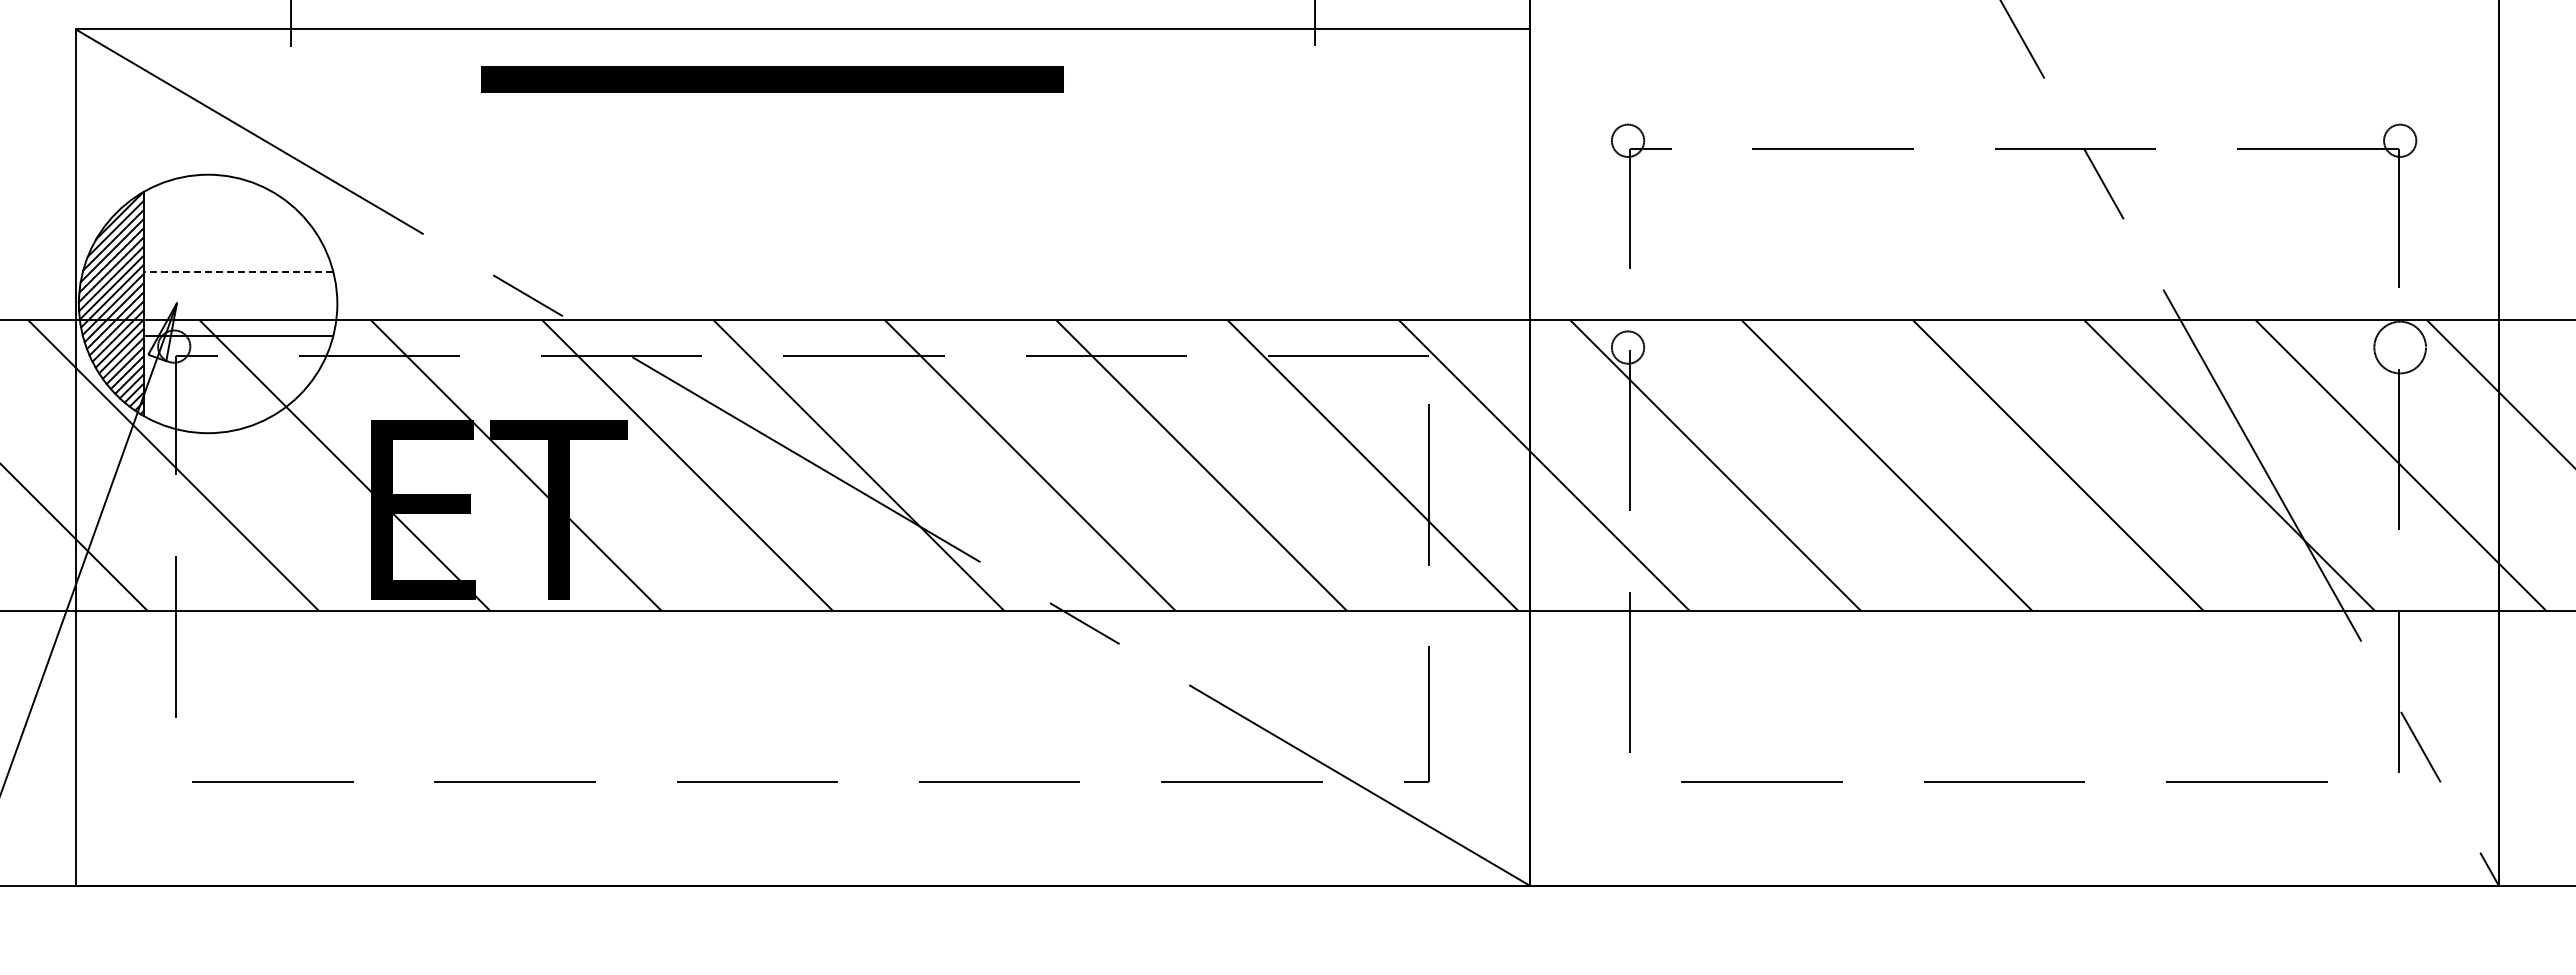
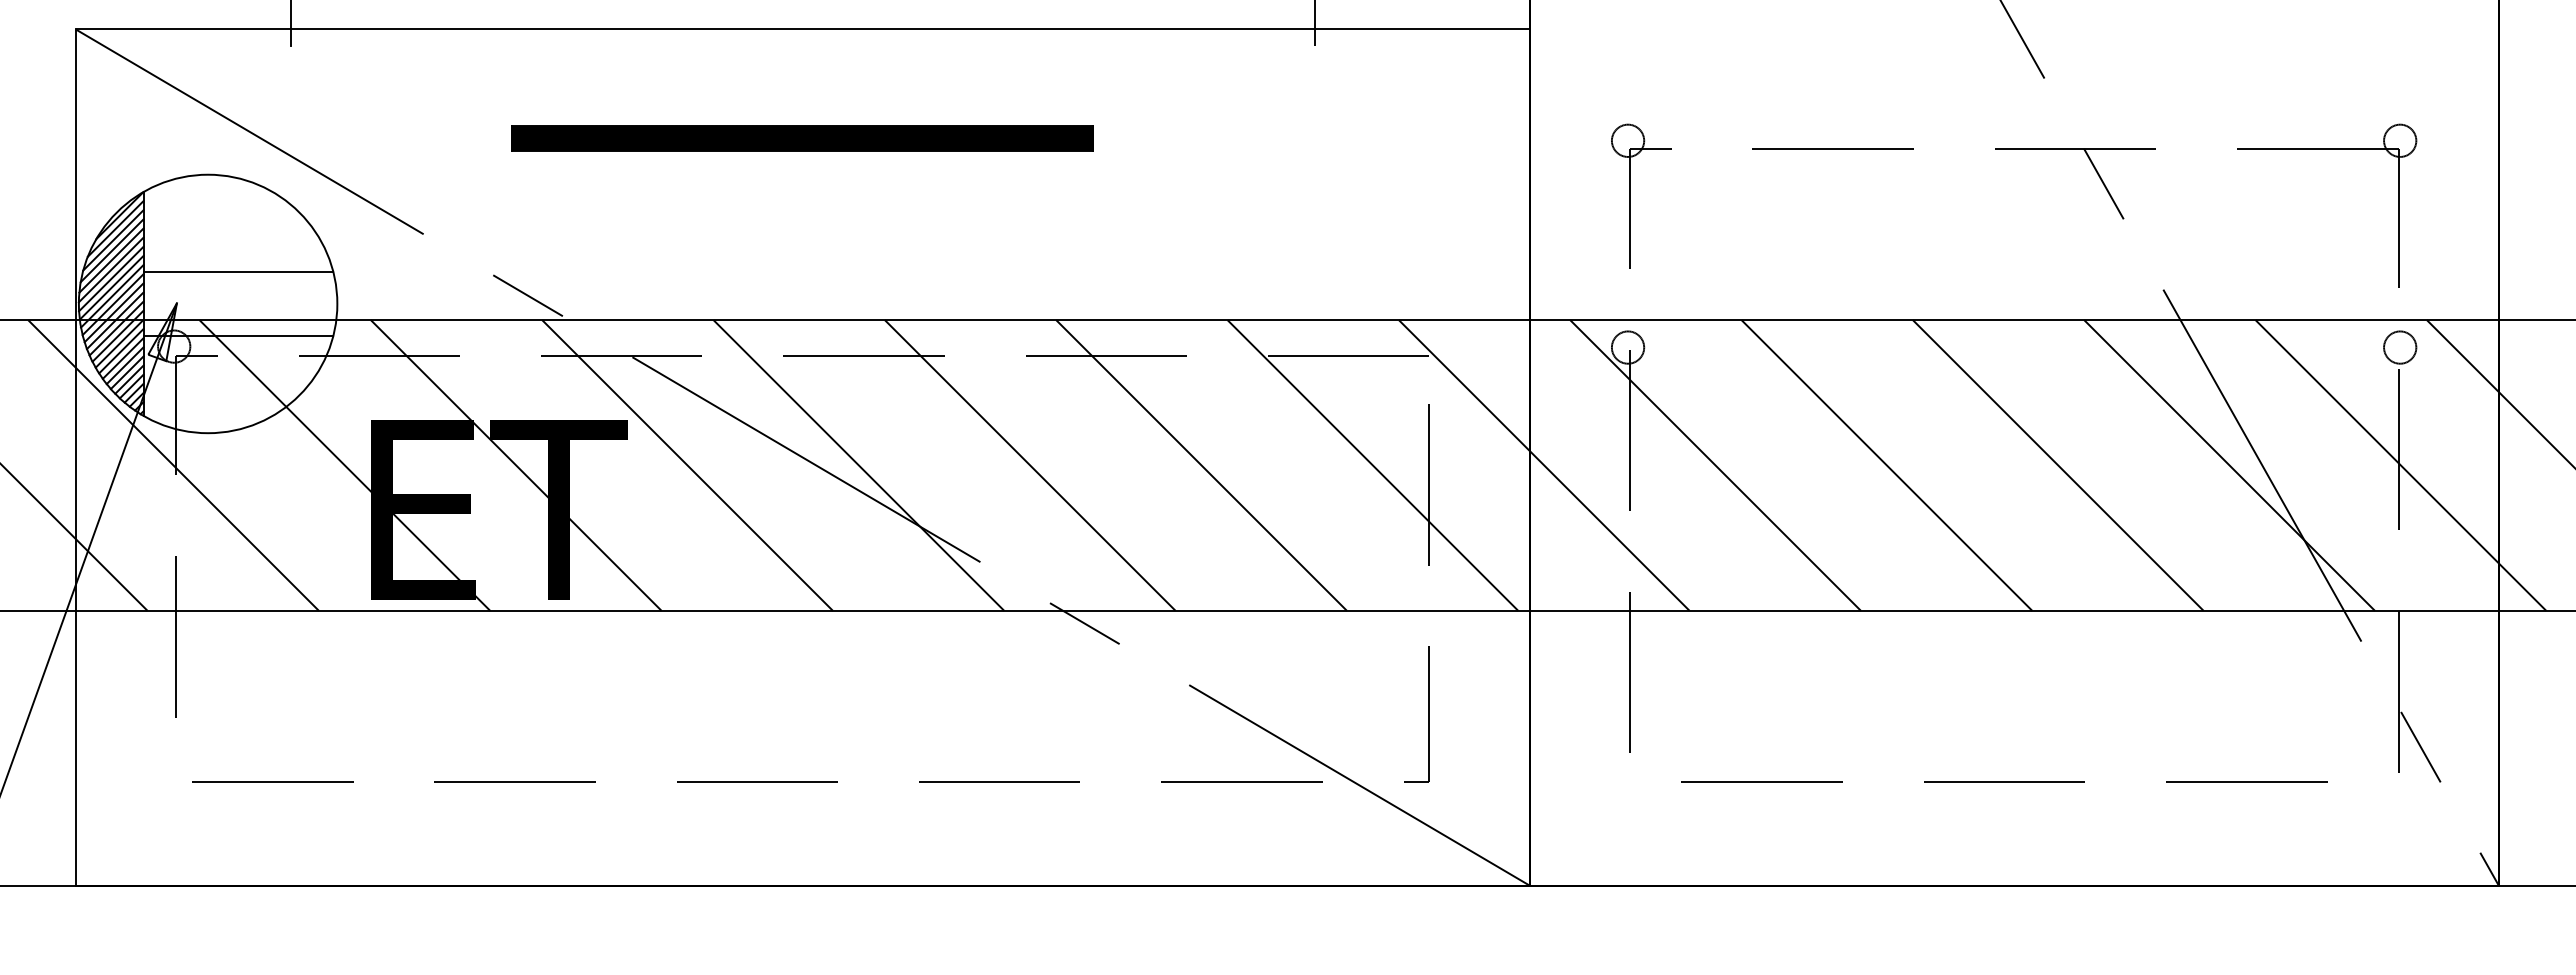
part at (772, 79) position: (772, 79) -> (802, 138)
line at (238, 271): dashed -> solid
circle at (2400, 347) diameter: 52 px -> 32 px
